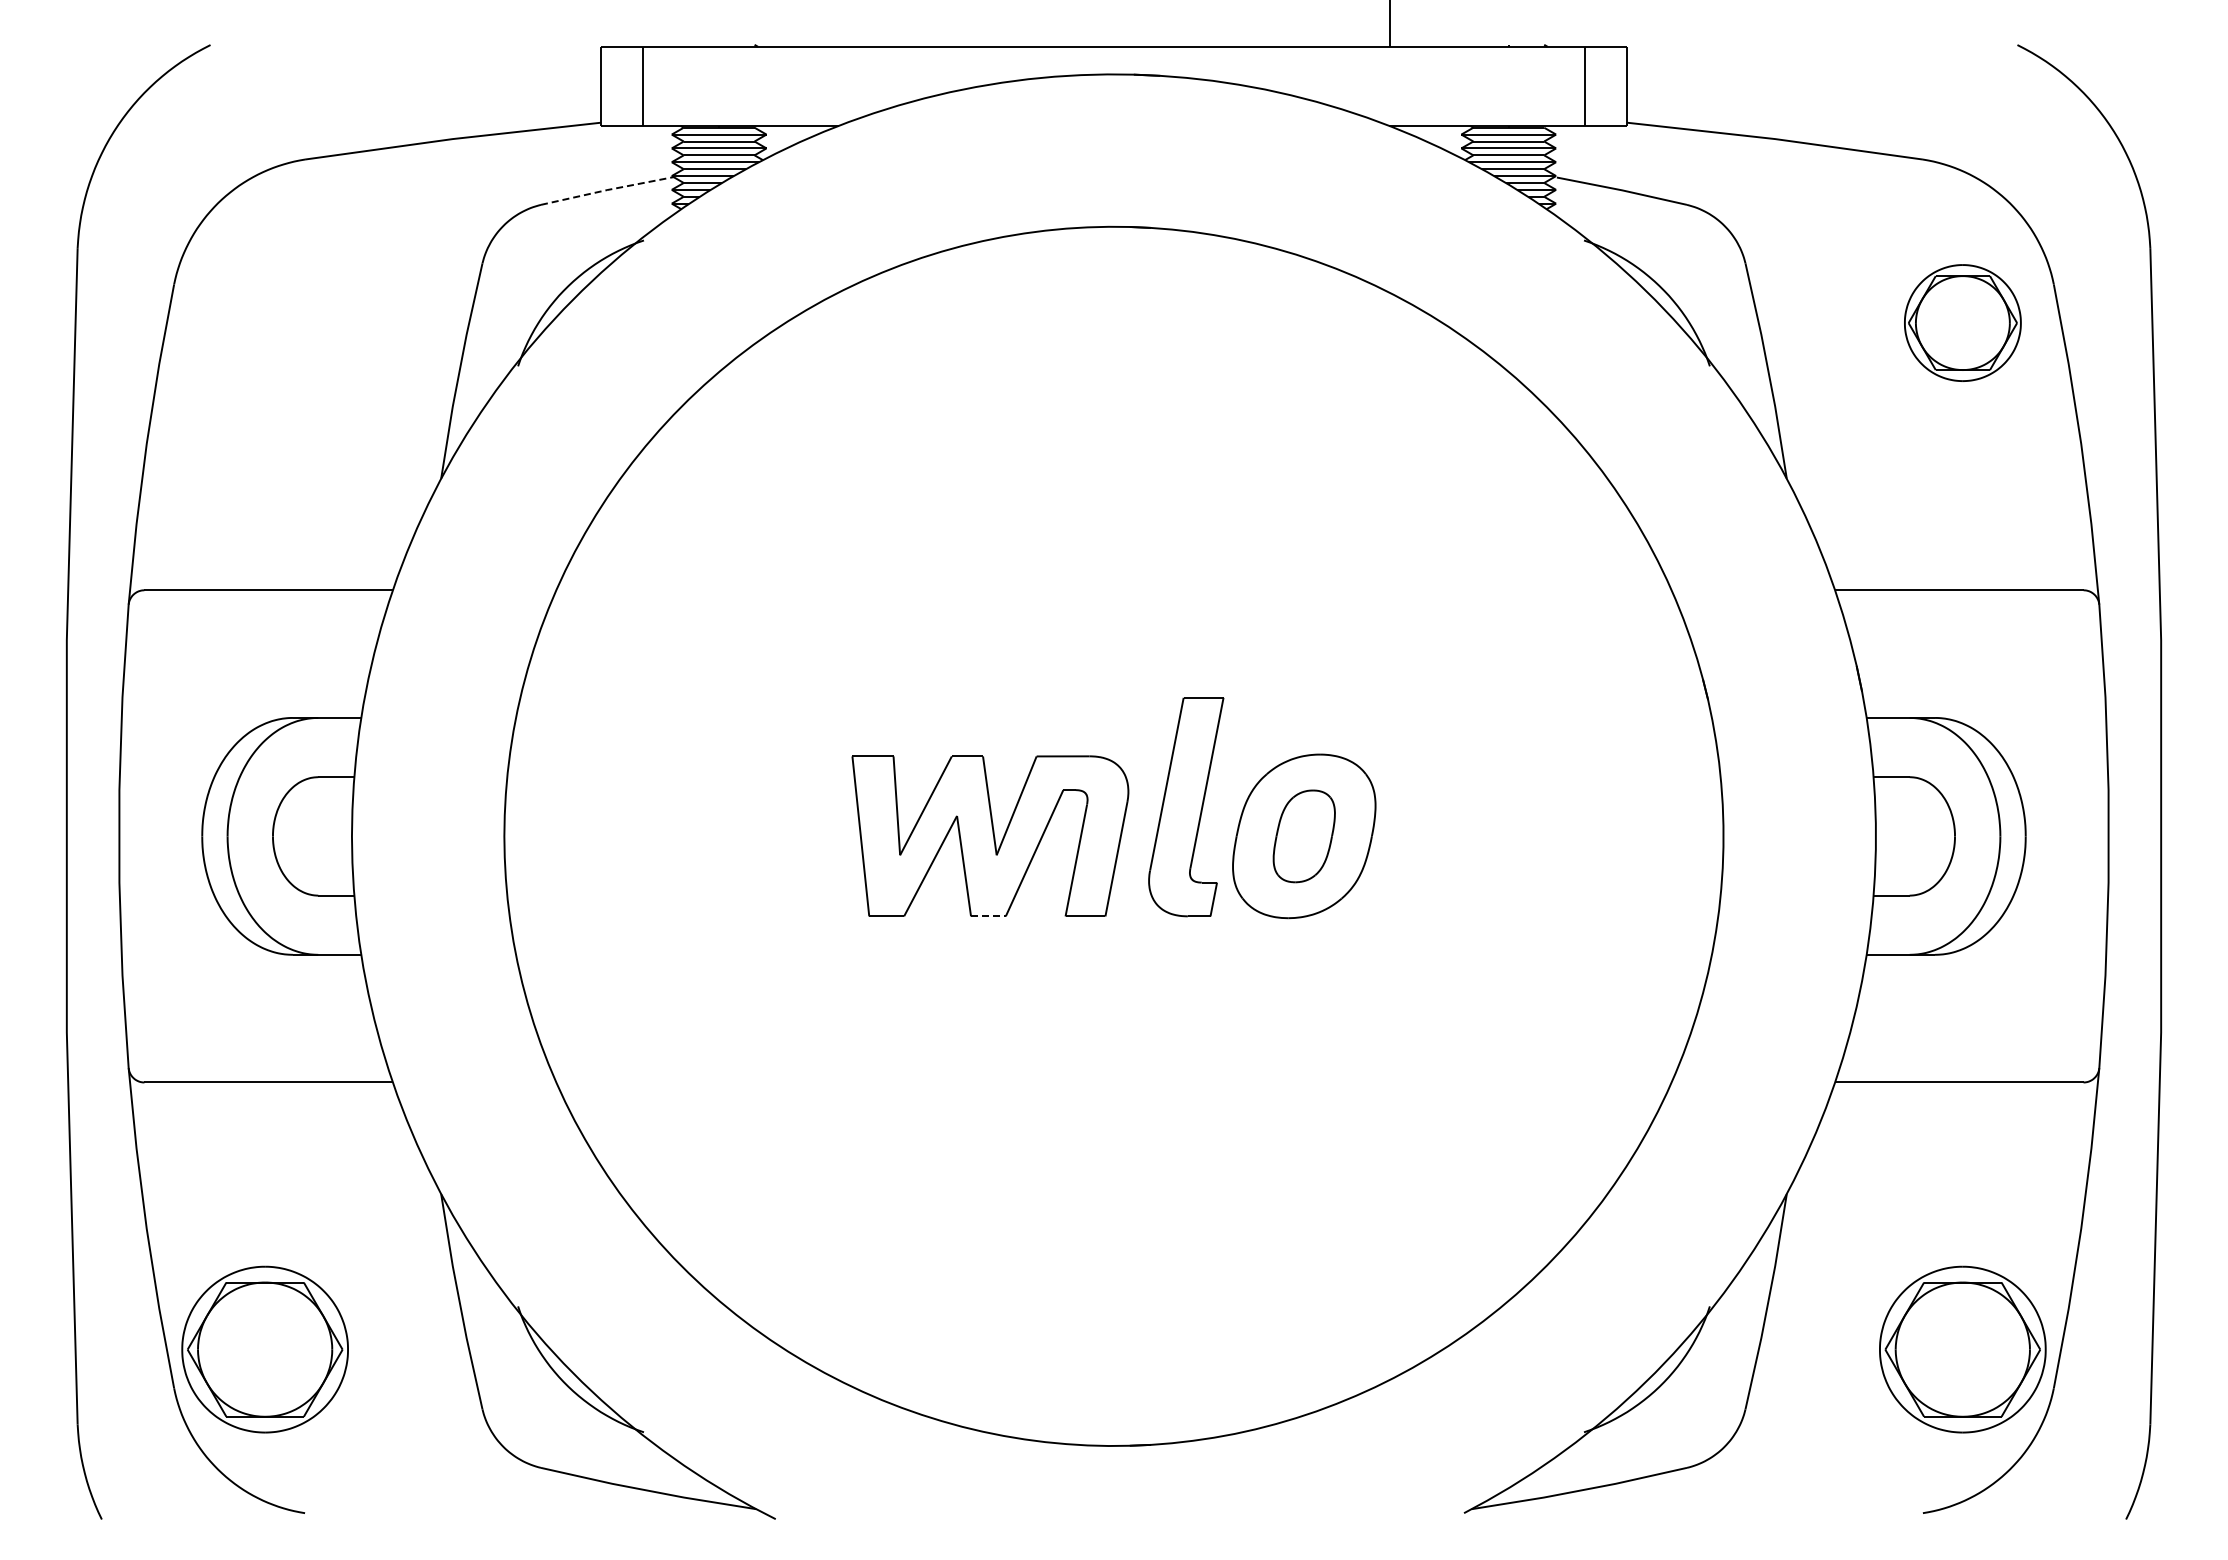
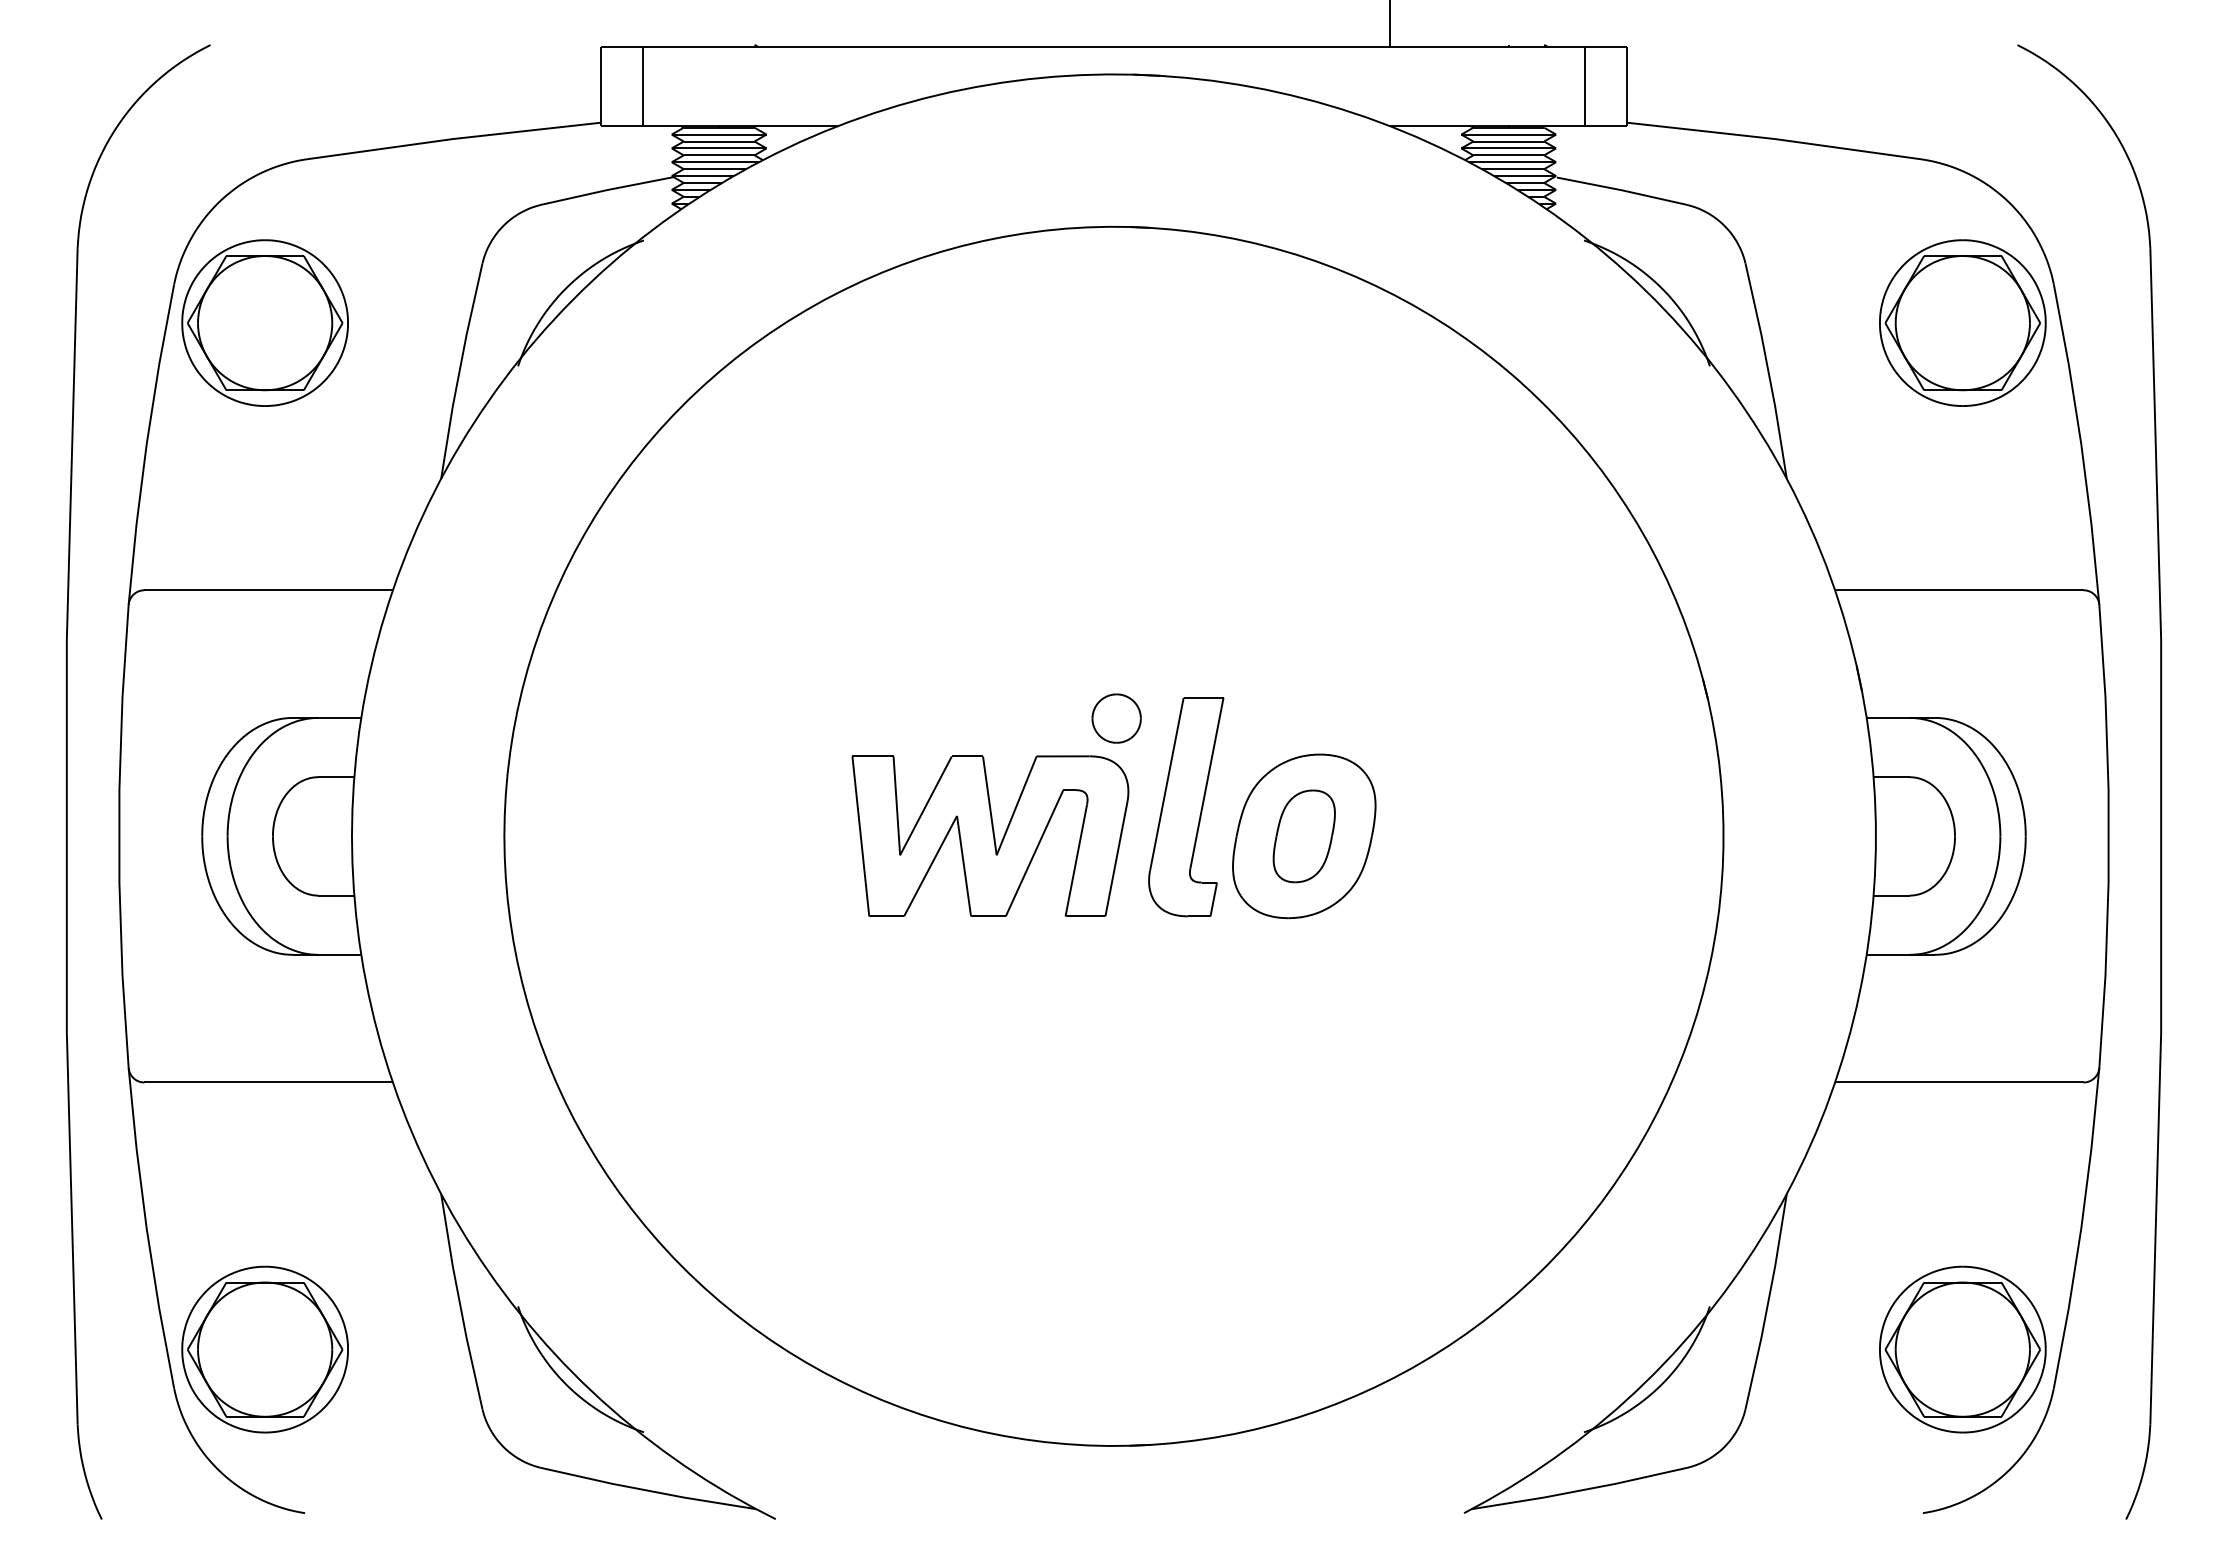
line at (607, 190): dashed -> solid
part at (264, 322): none -> present
part at (1962, 322) size: 118x118 px -> 168x168 px
part at (1116, 718): none -> present
line at (988, 916): dashed -> solid
